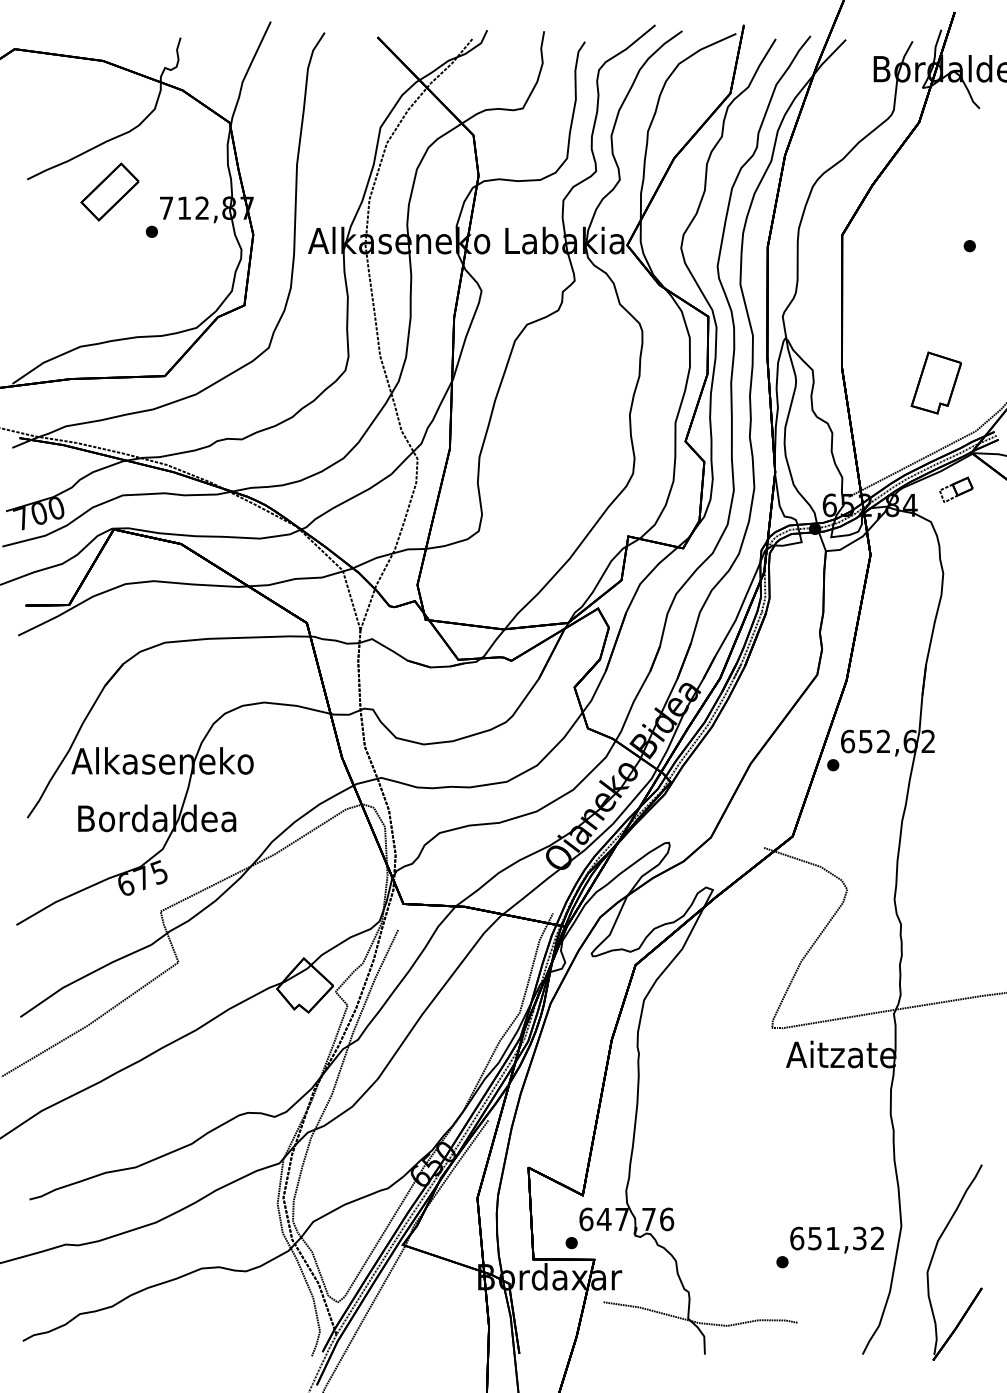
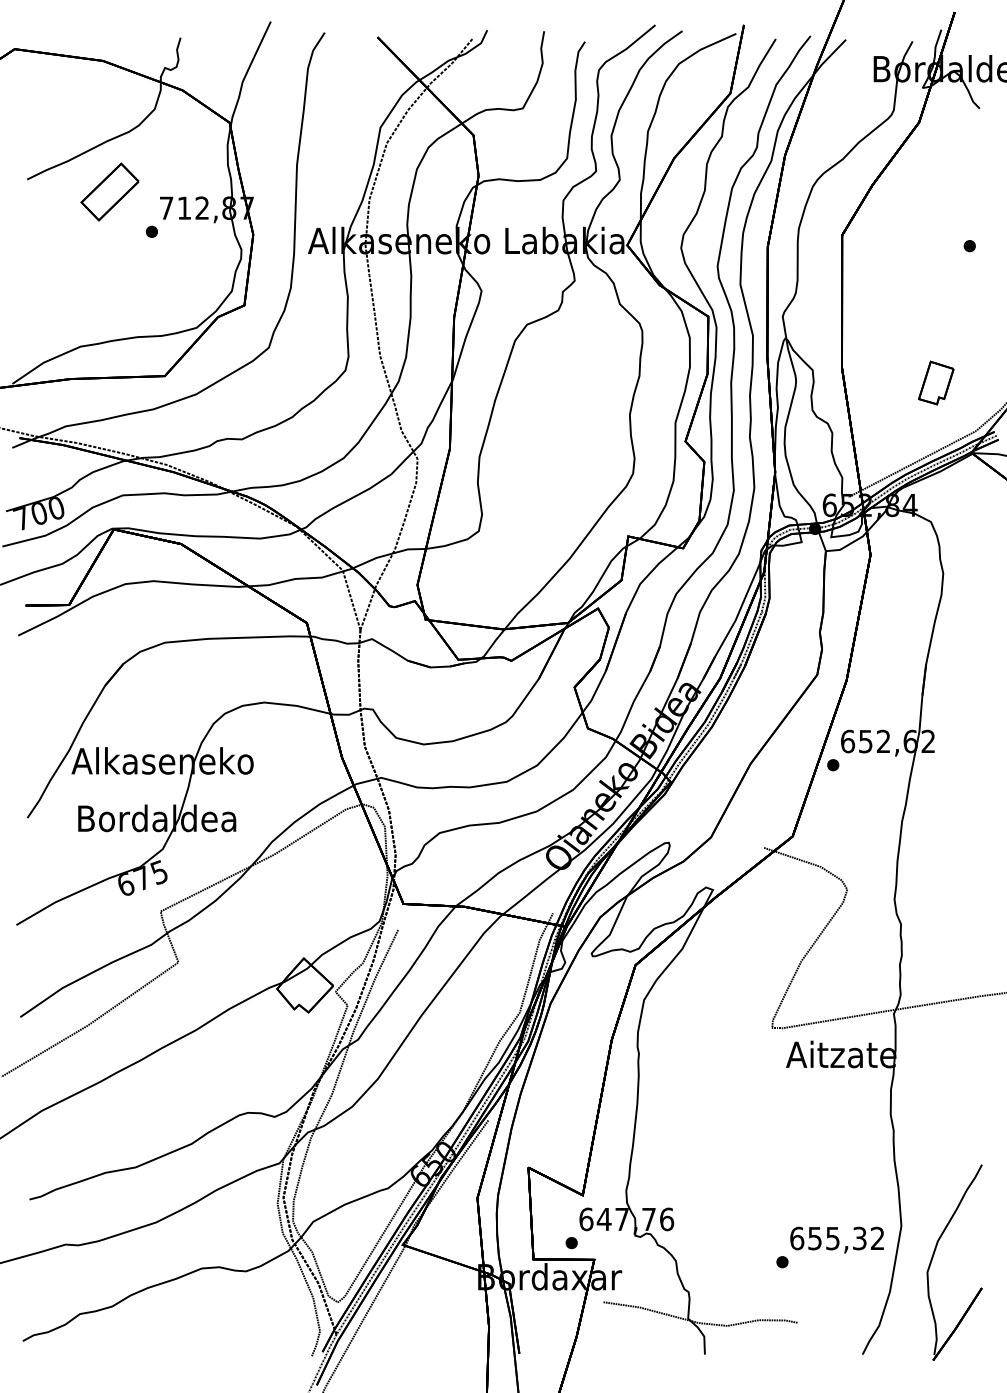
part at (935, 382) size: 52x64 px -> 37x46 px
part at (956, 489): present -> none
text at (832, 1238): 651,32 -> 655,32
